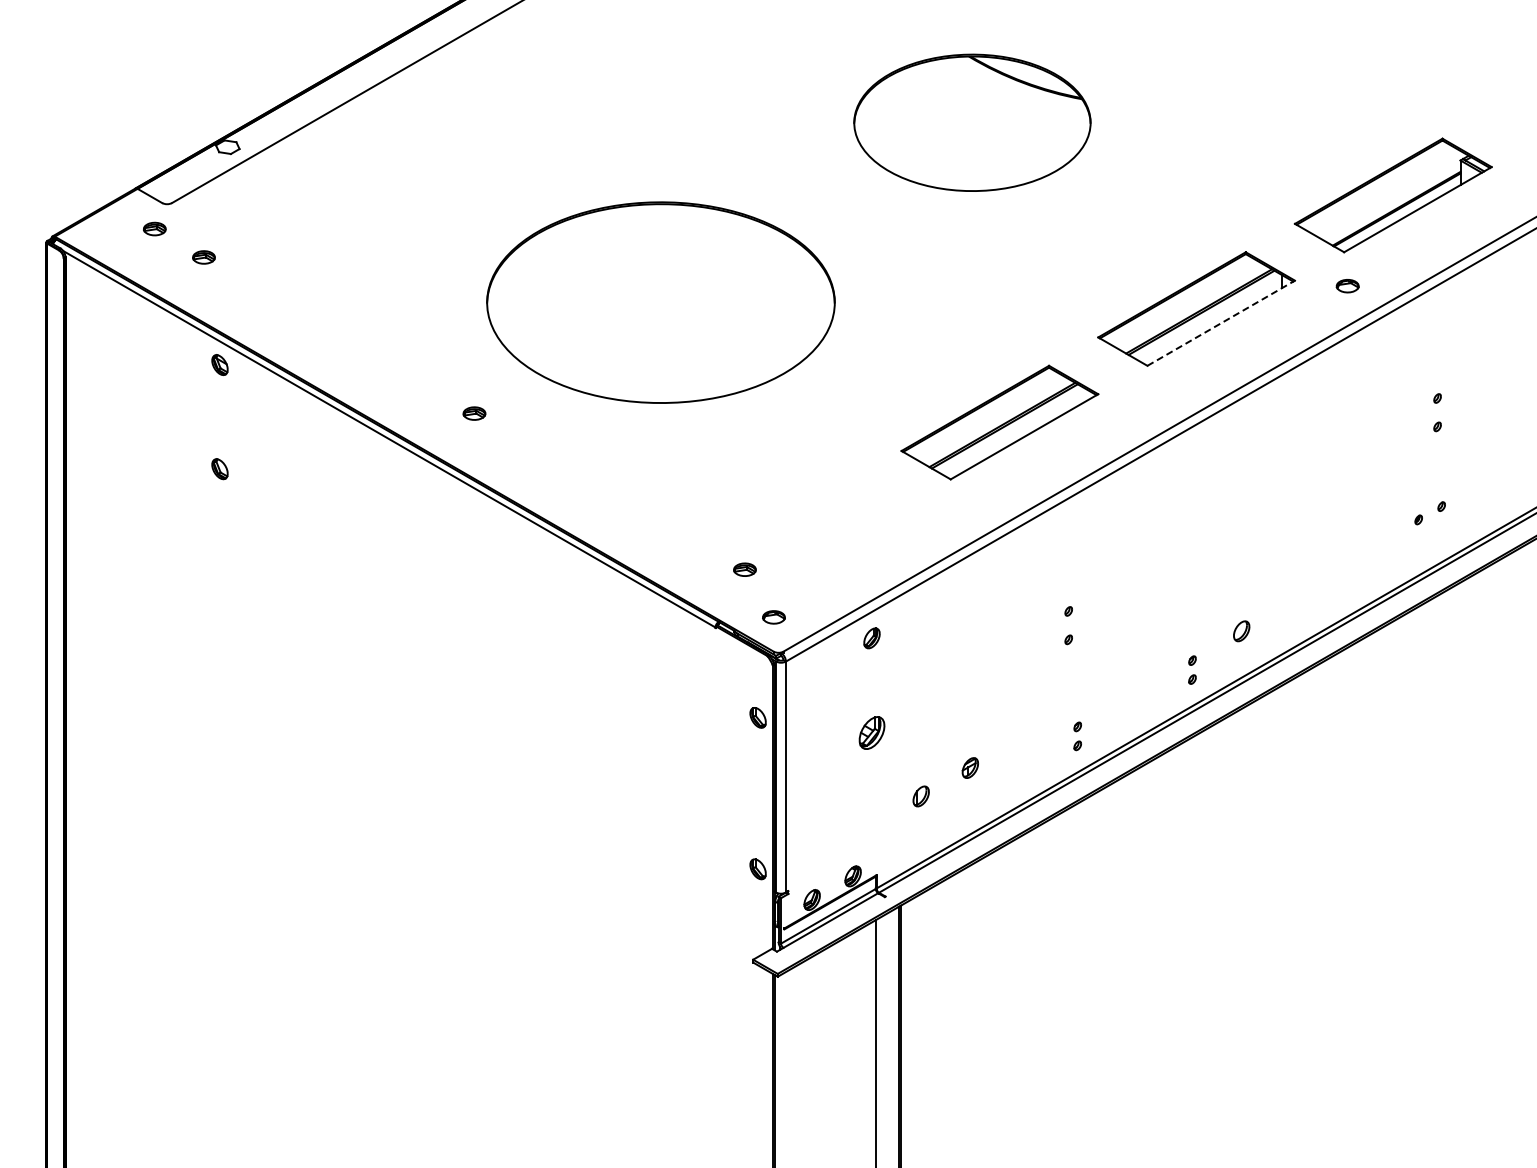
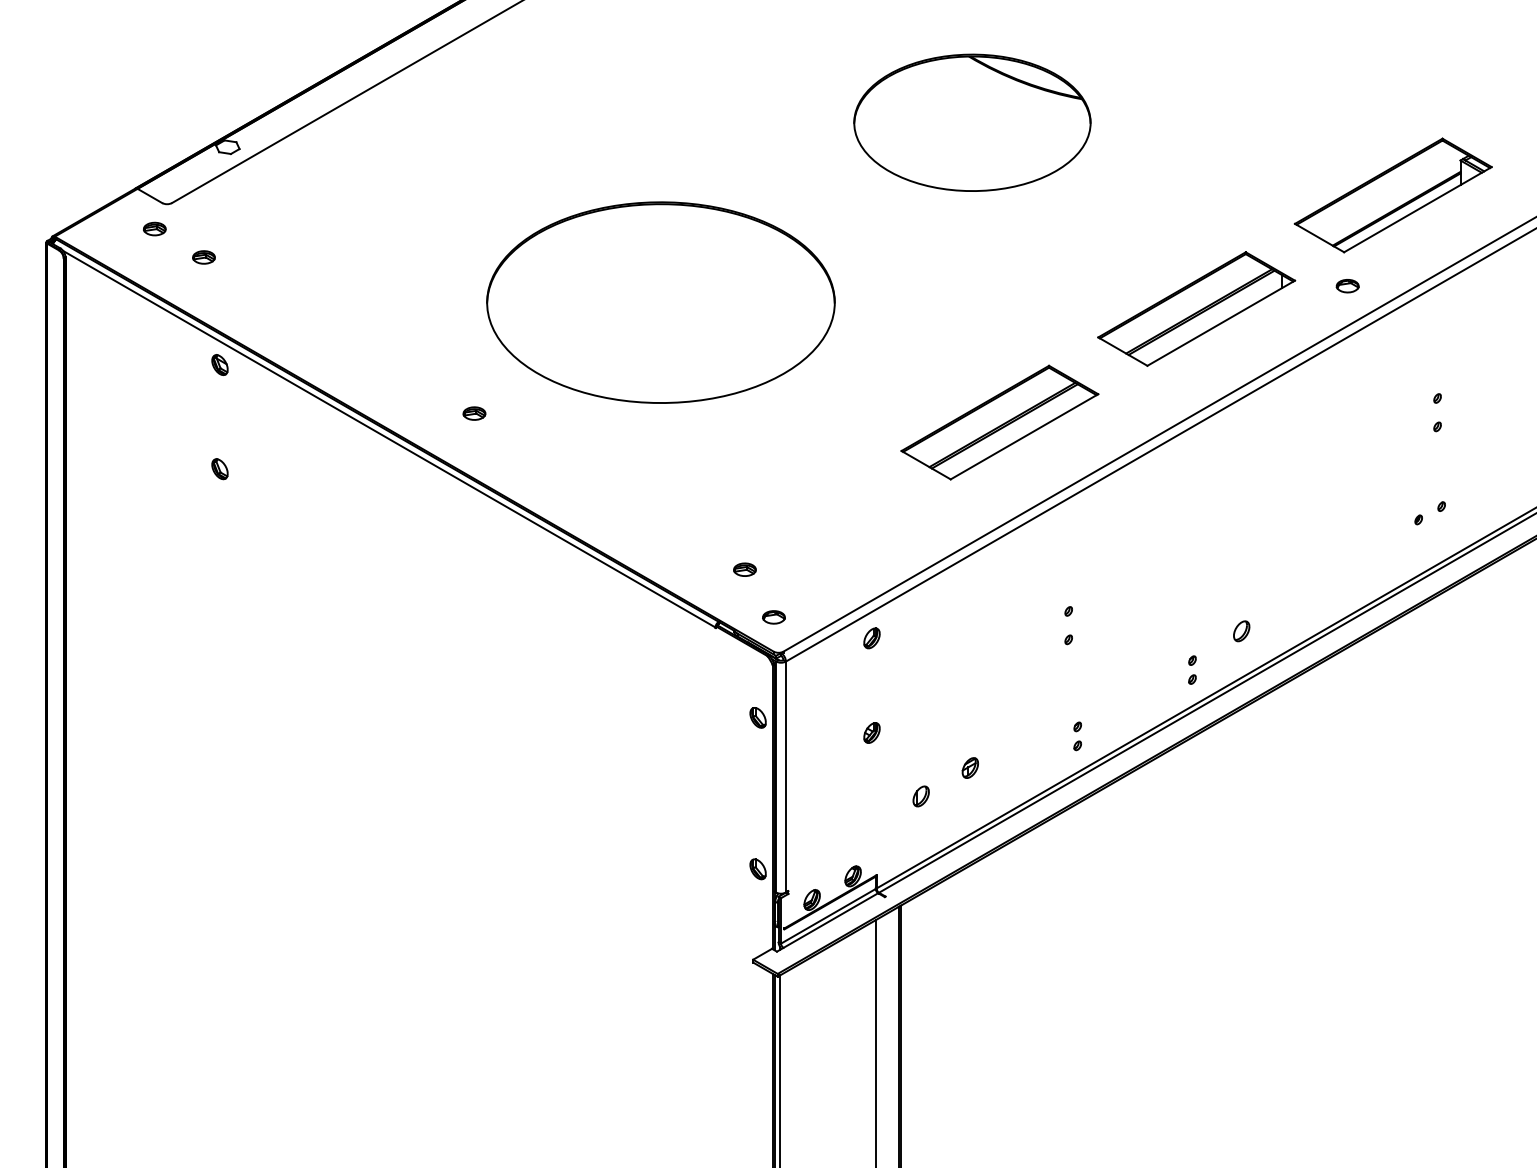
line at (1221, 323): dashed -> solid
part at (871, 732) size: 28x34 px -> 18x22 px
line at (780, 1069): none -> present
